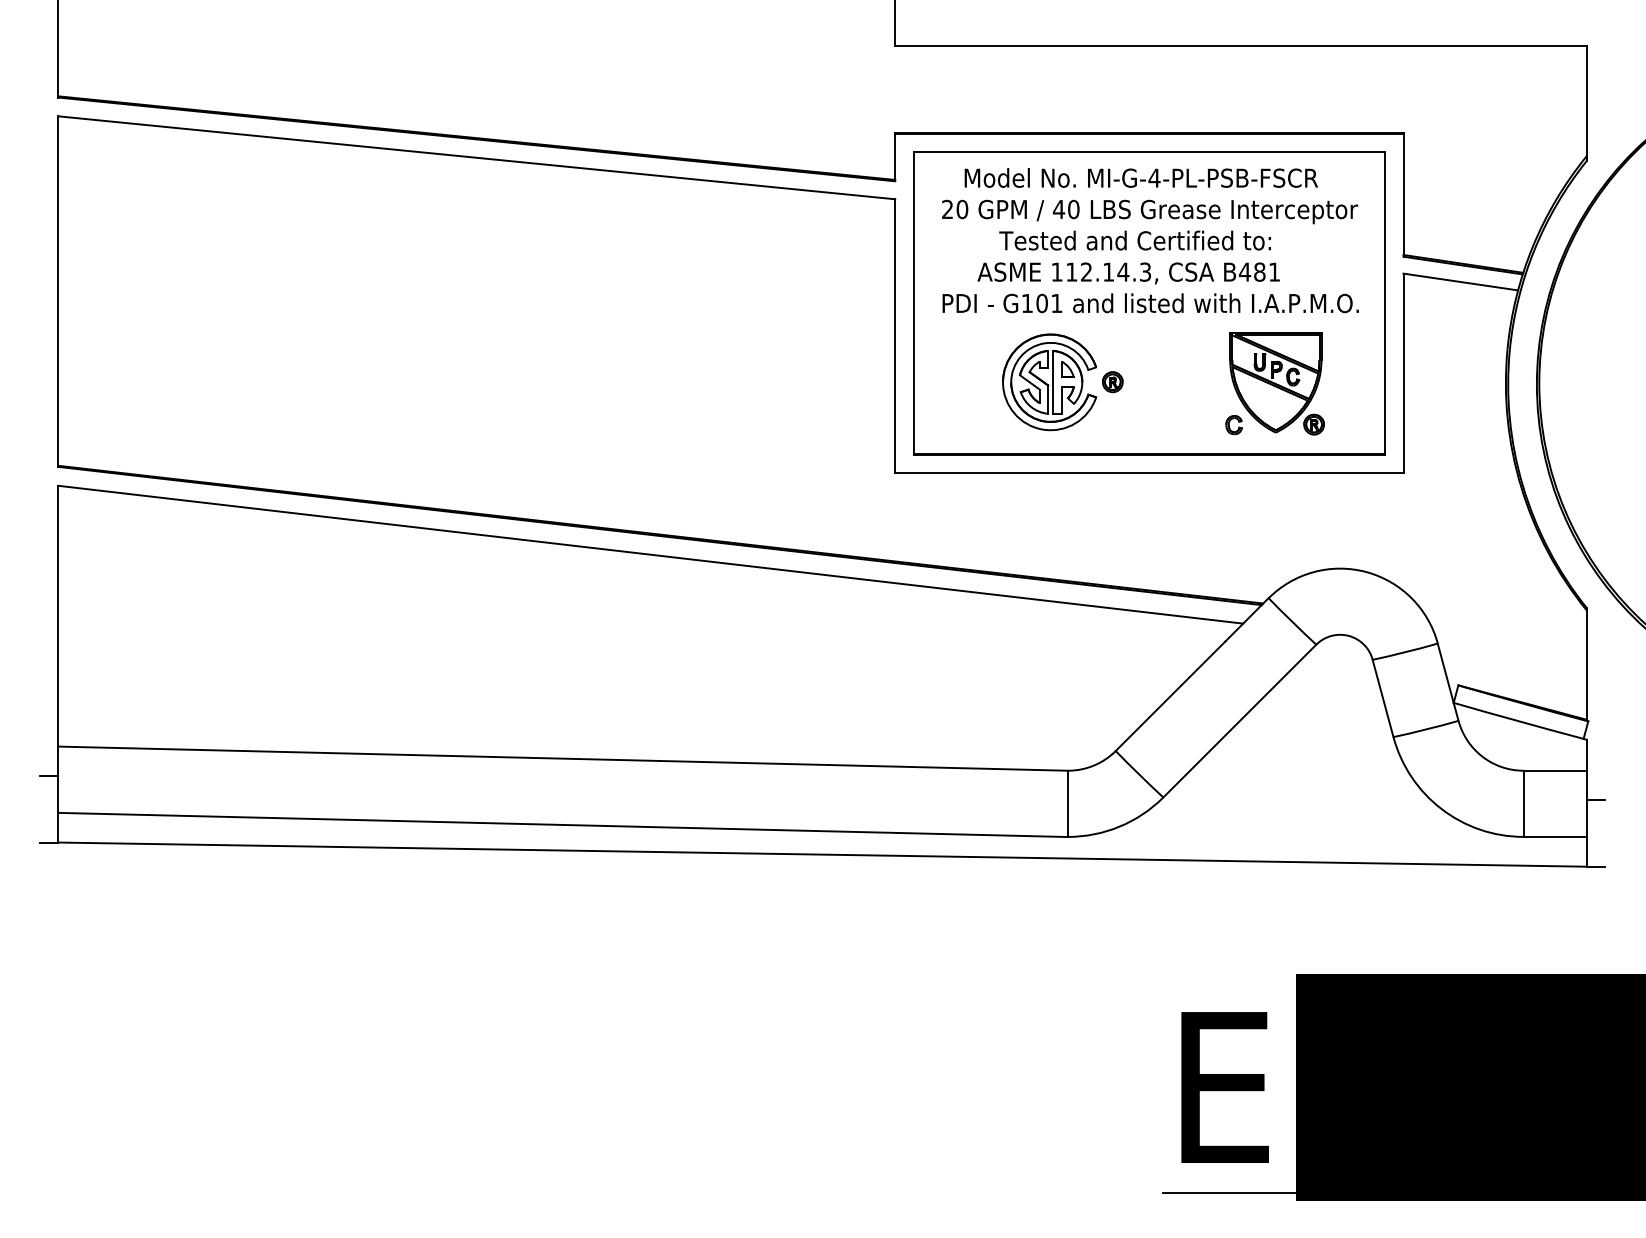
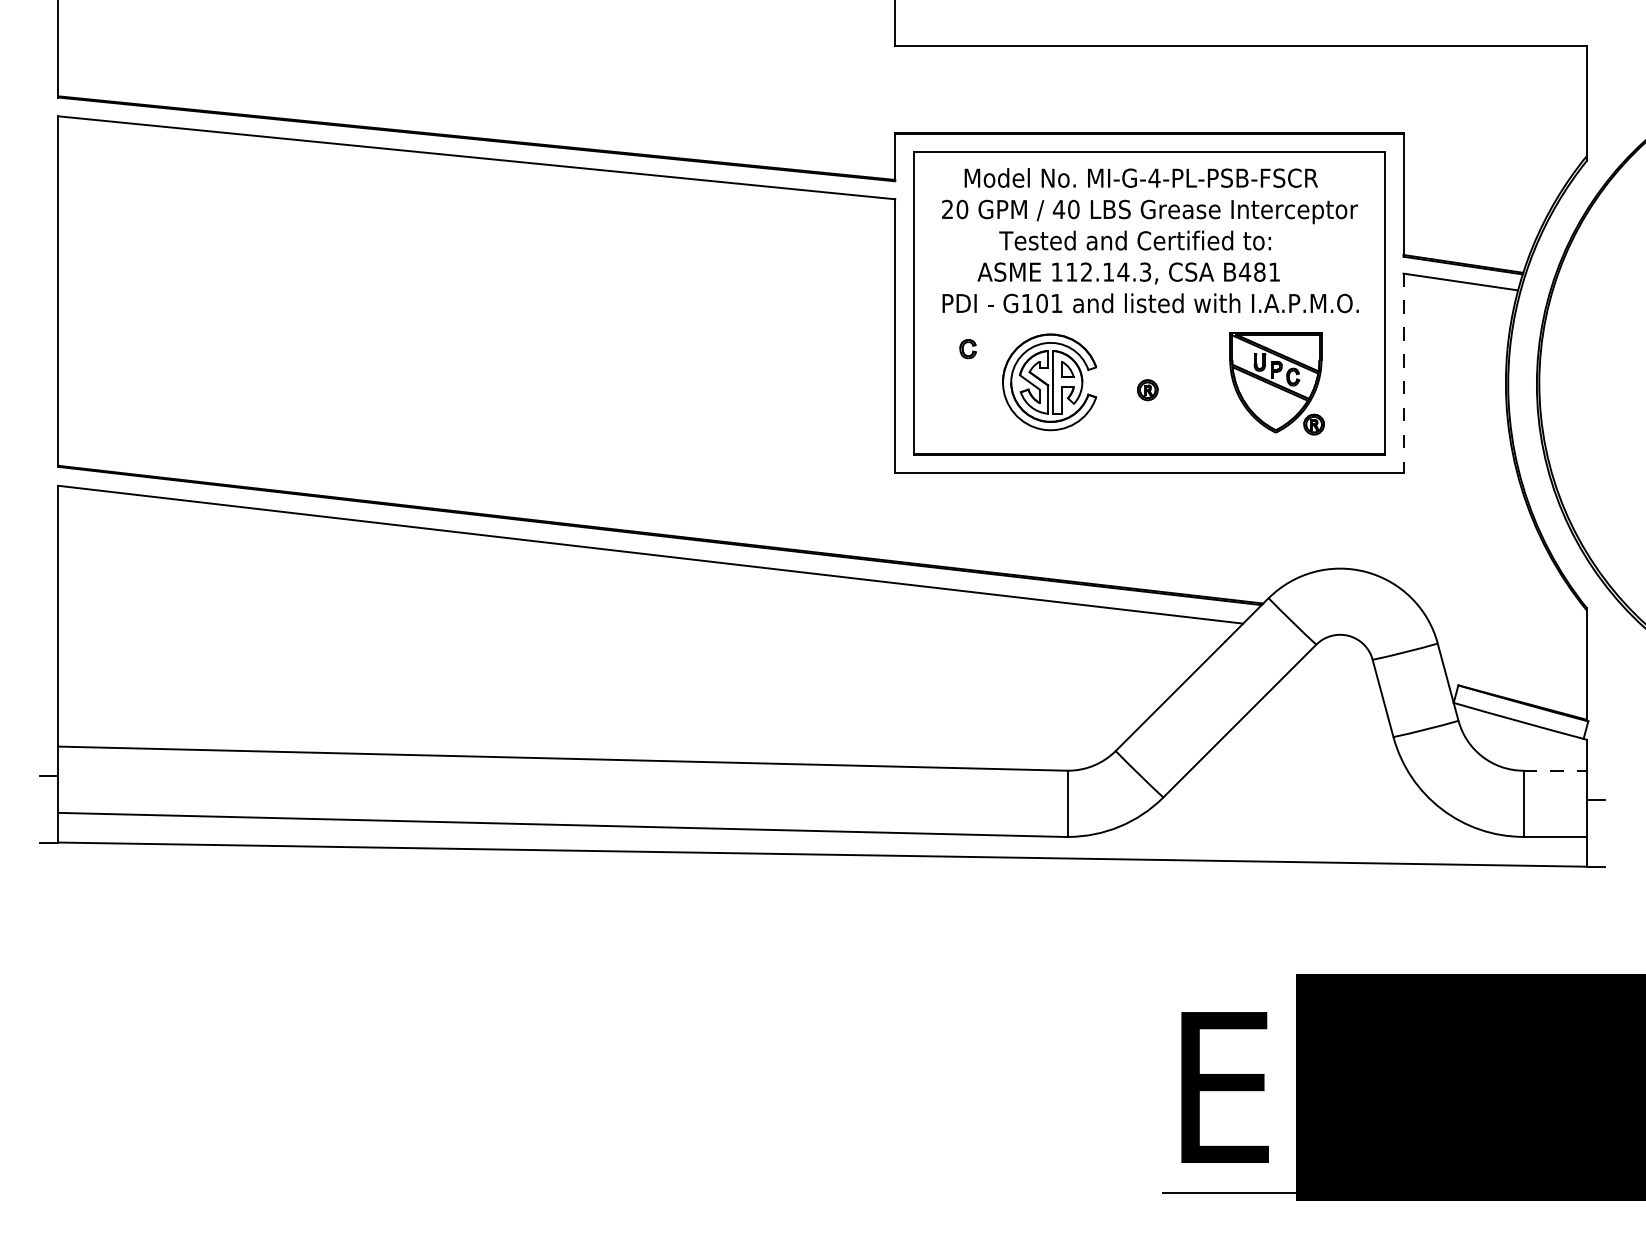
line at (1403, 373): solid -> dashed
part at (1112, 382) position: (1112, 382) -> (1147, 390)
part at (1233, 425) position: (1233, 425) -> (967, 349)
line at (1555, 770): solid -> dashed
